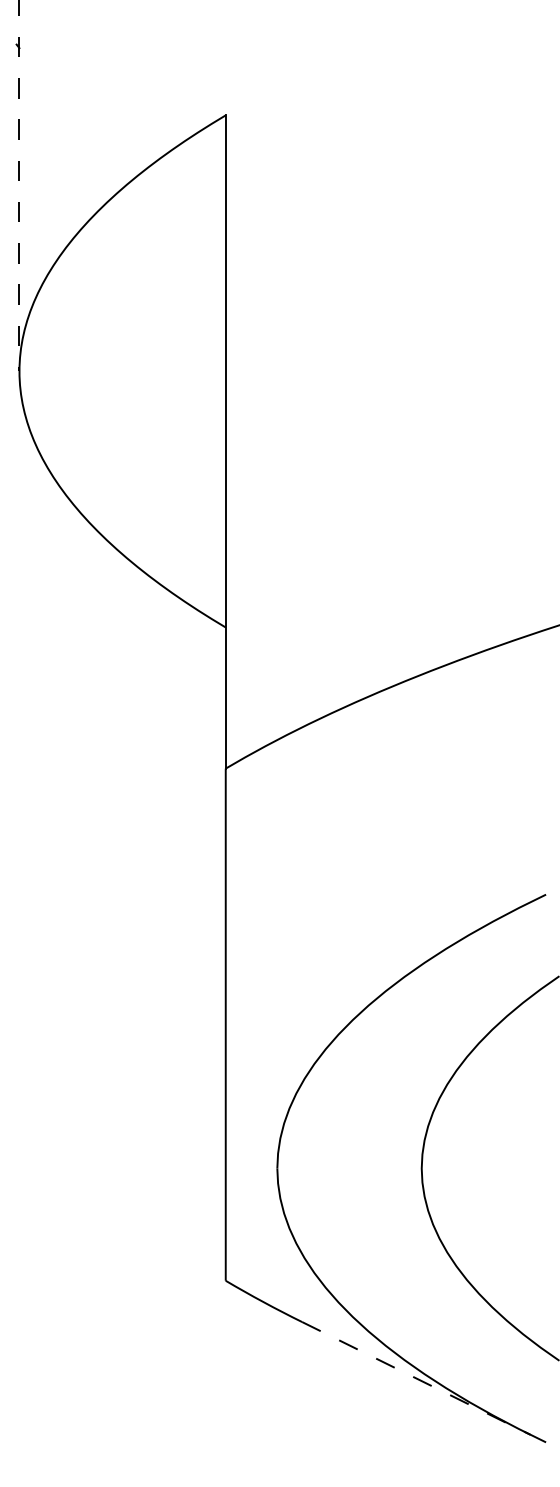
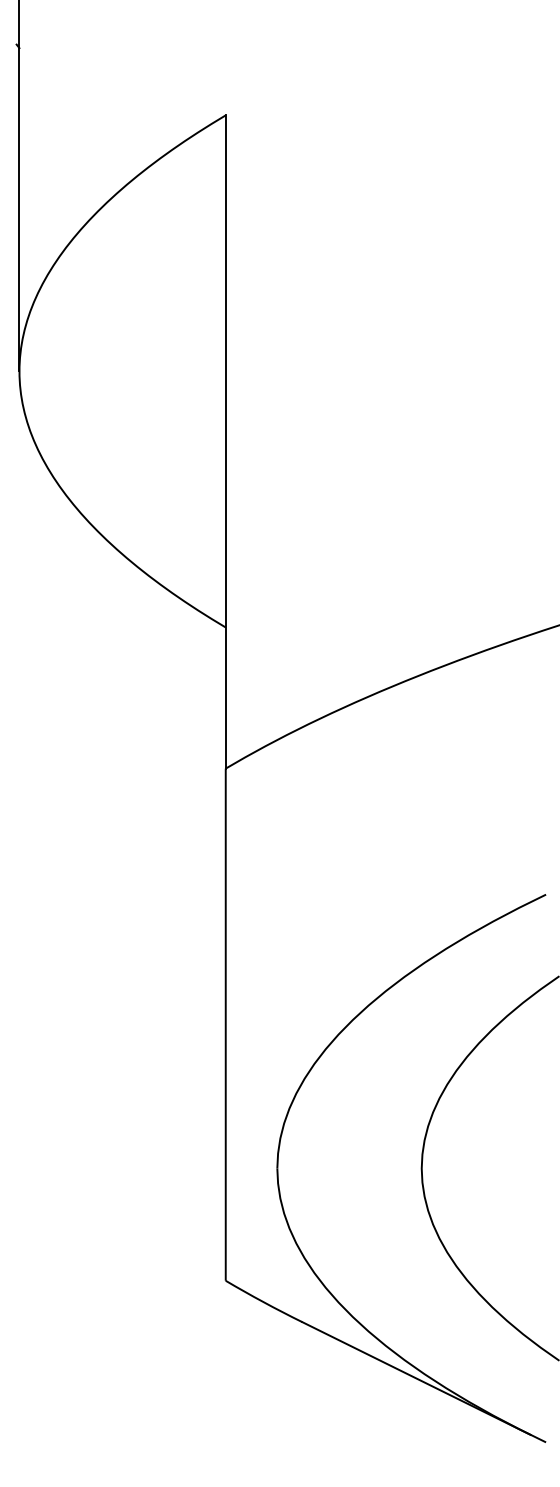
line at (19, 186): dashed -> solid
line at (416, 1378): dashed -> solid
